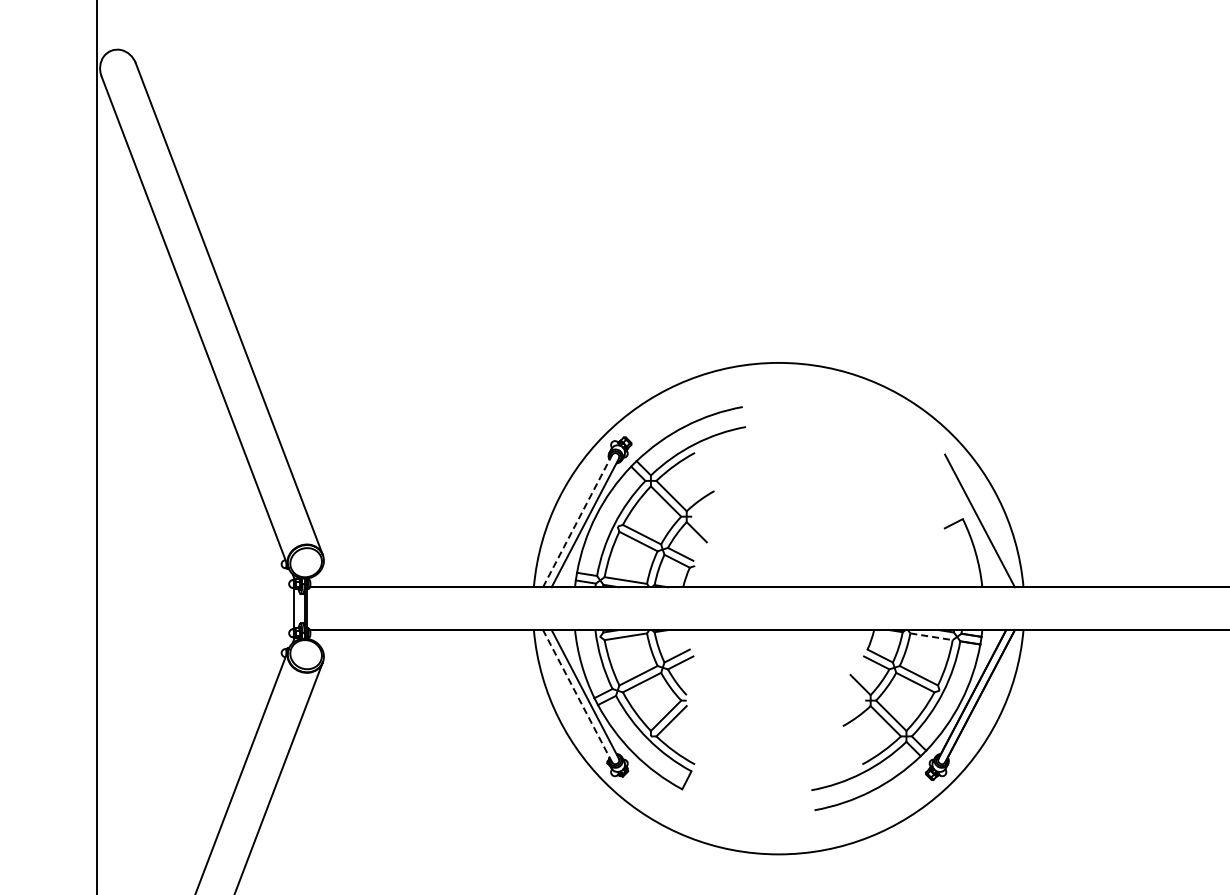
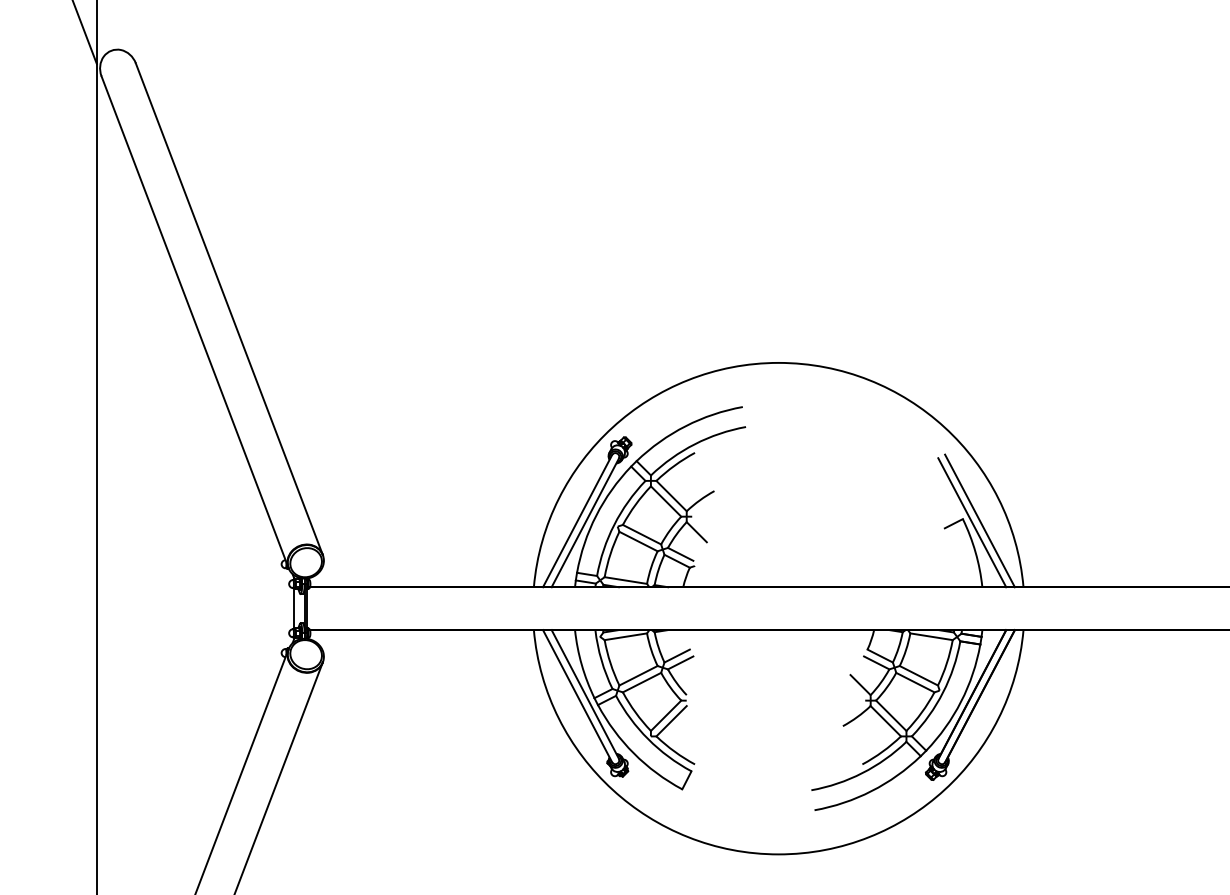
line at (84, 33): none -> present
line at (577, 520): dashed -> solid
line at (972, 522): none -> present
line at (932, 636): dashed -> solid
line at (577, 696): dashed -> solid
